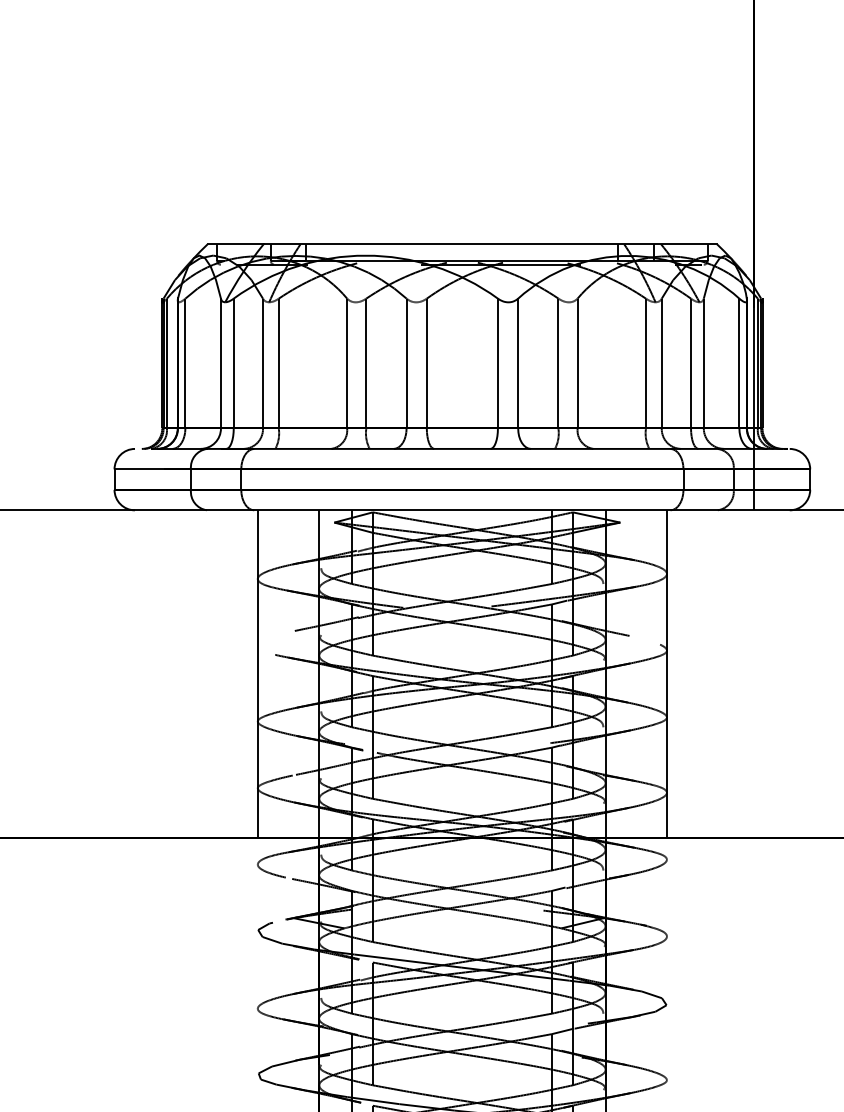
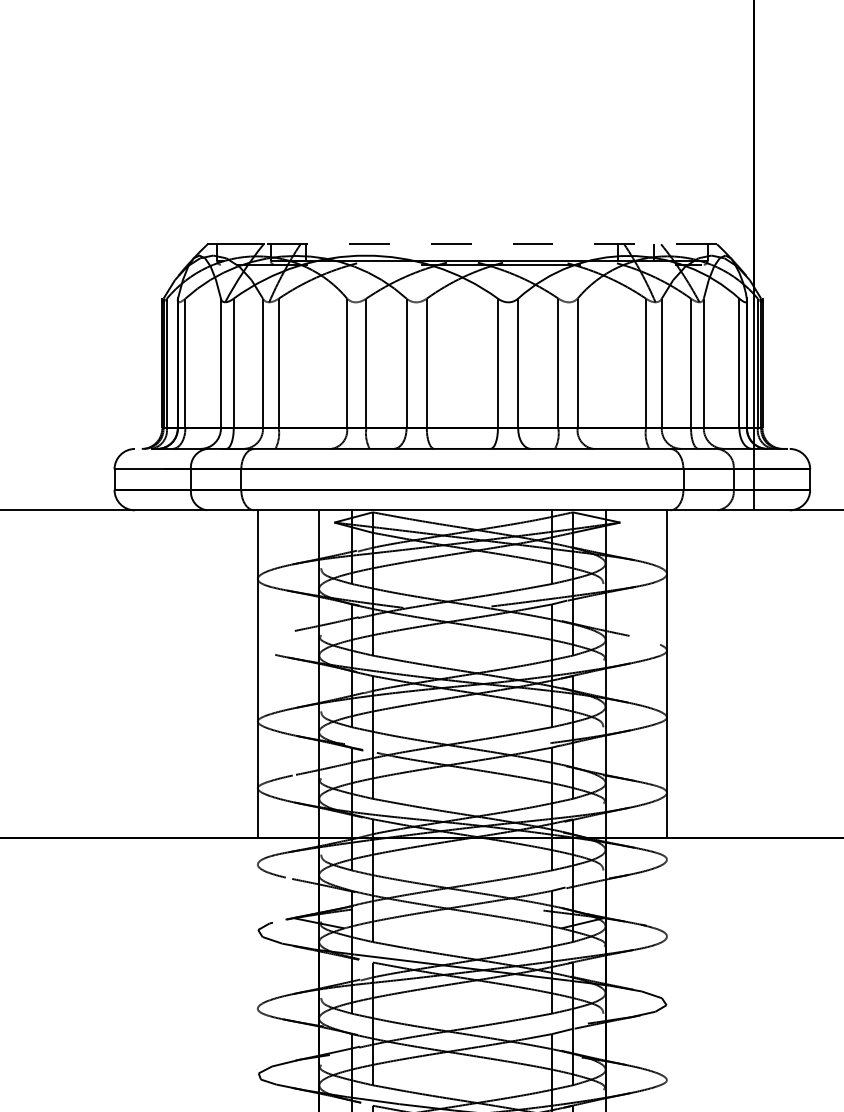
line at (490, 244): solid -> dashed
